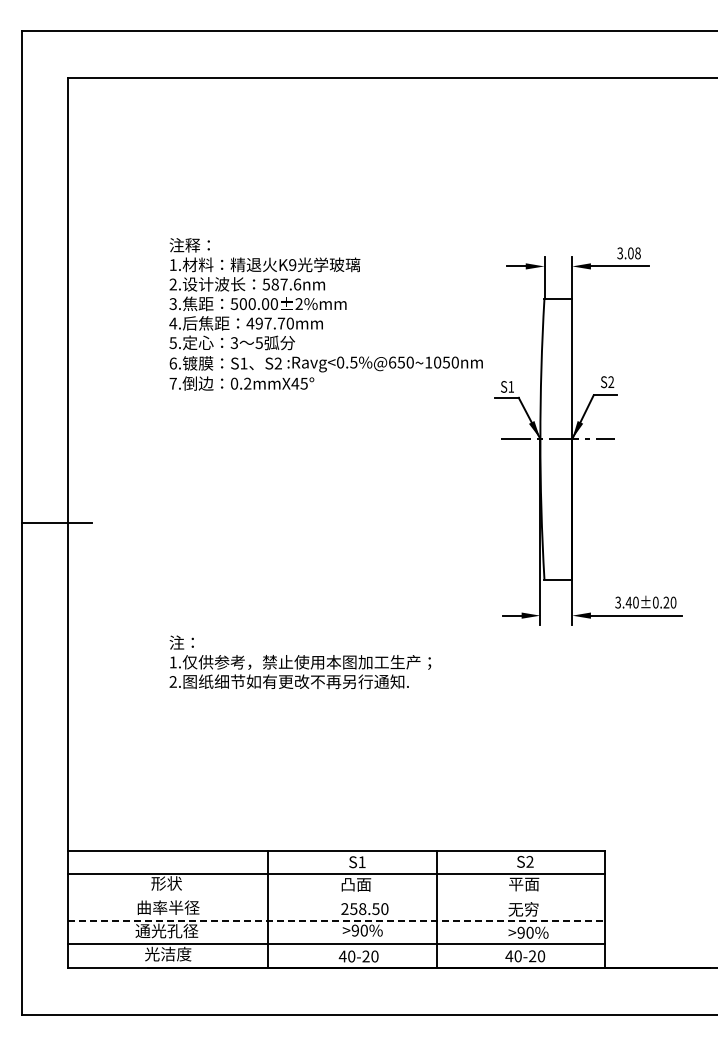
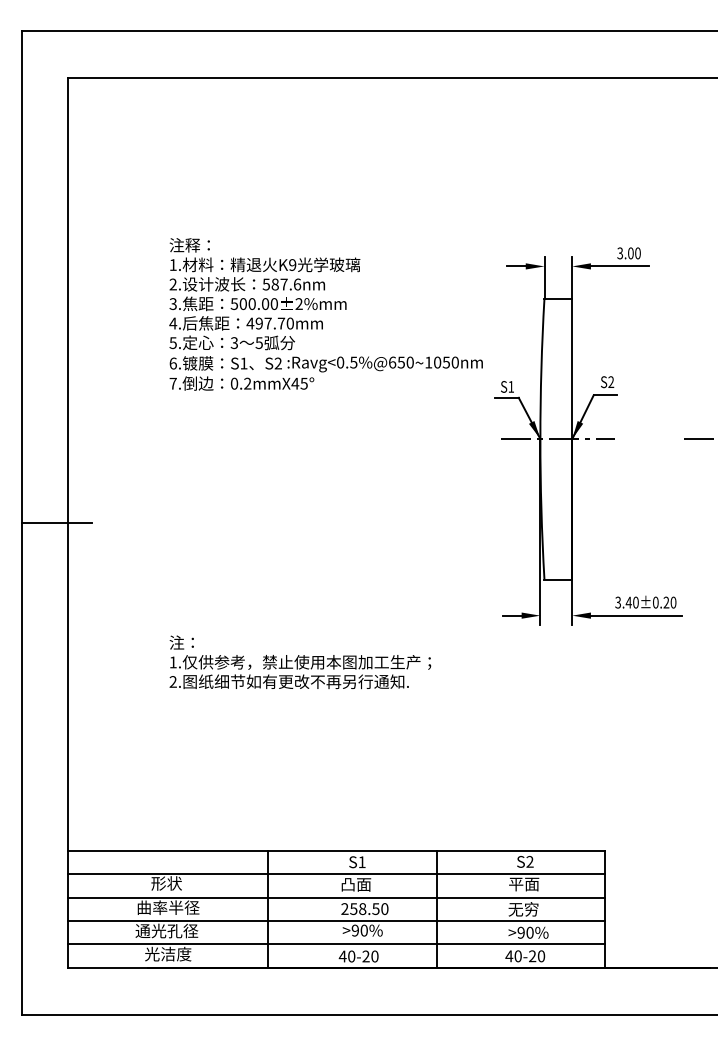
text at (637, 253): 3.08 -> 3.00
line at (699, 439): none -> present
line at (336, 897): none -> present
line at (337, 920): dashed -> solid
